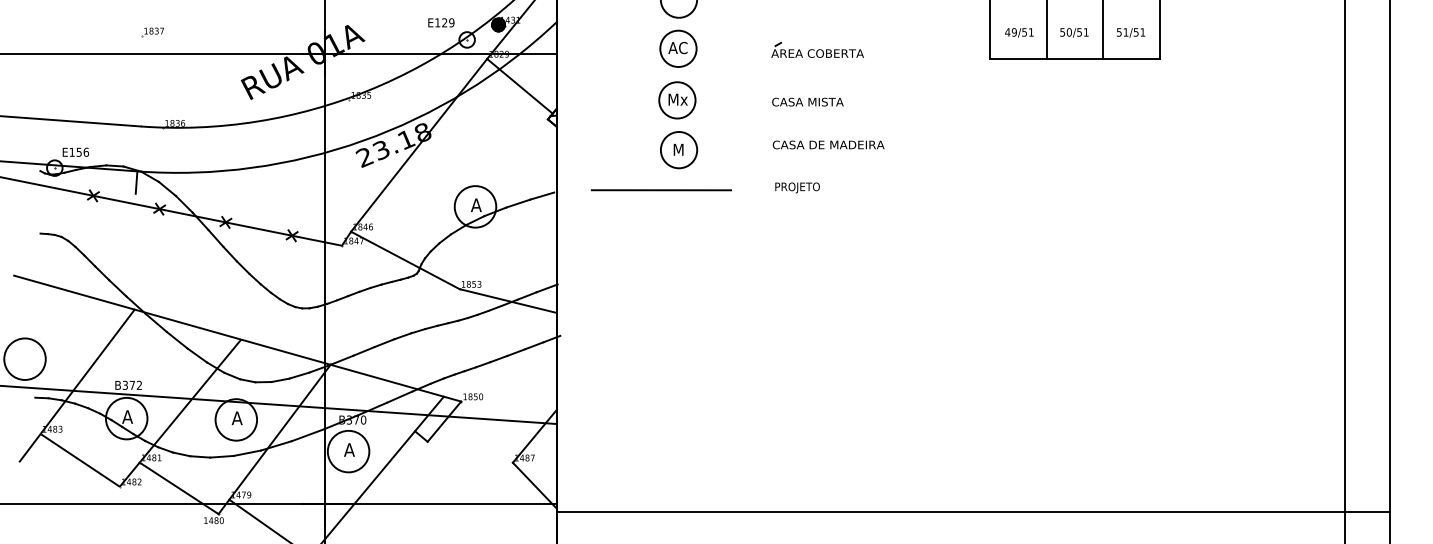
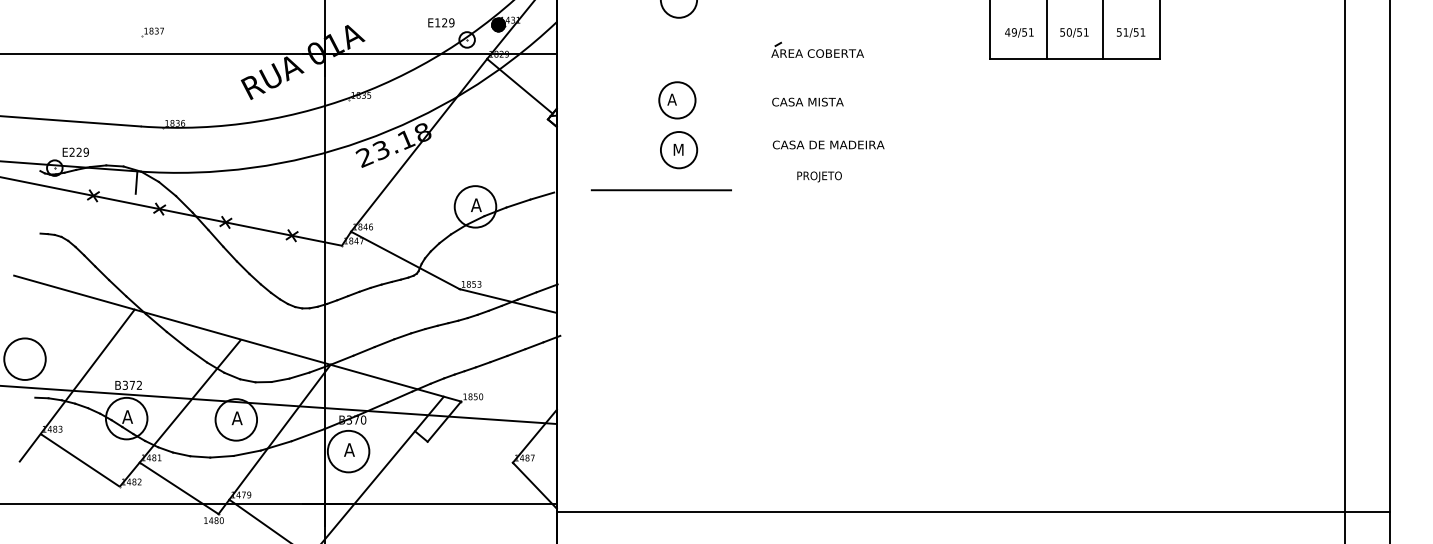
part at (678, 48): present -> none
text at (677, 99): Mx -> A
text at (79, 151): E156 -> E229
text at (797, 187) position: (797, 187) -> (819, 176)
